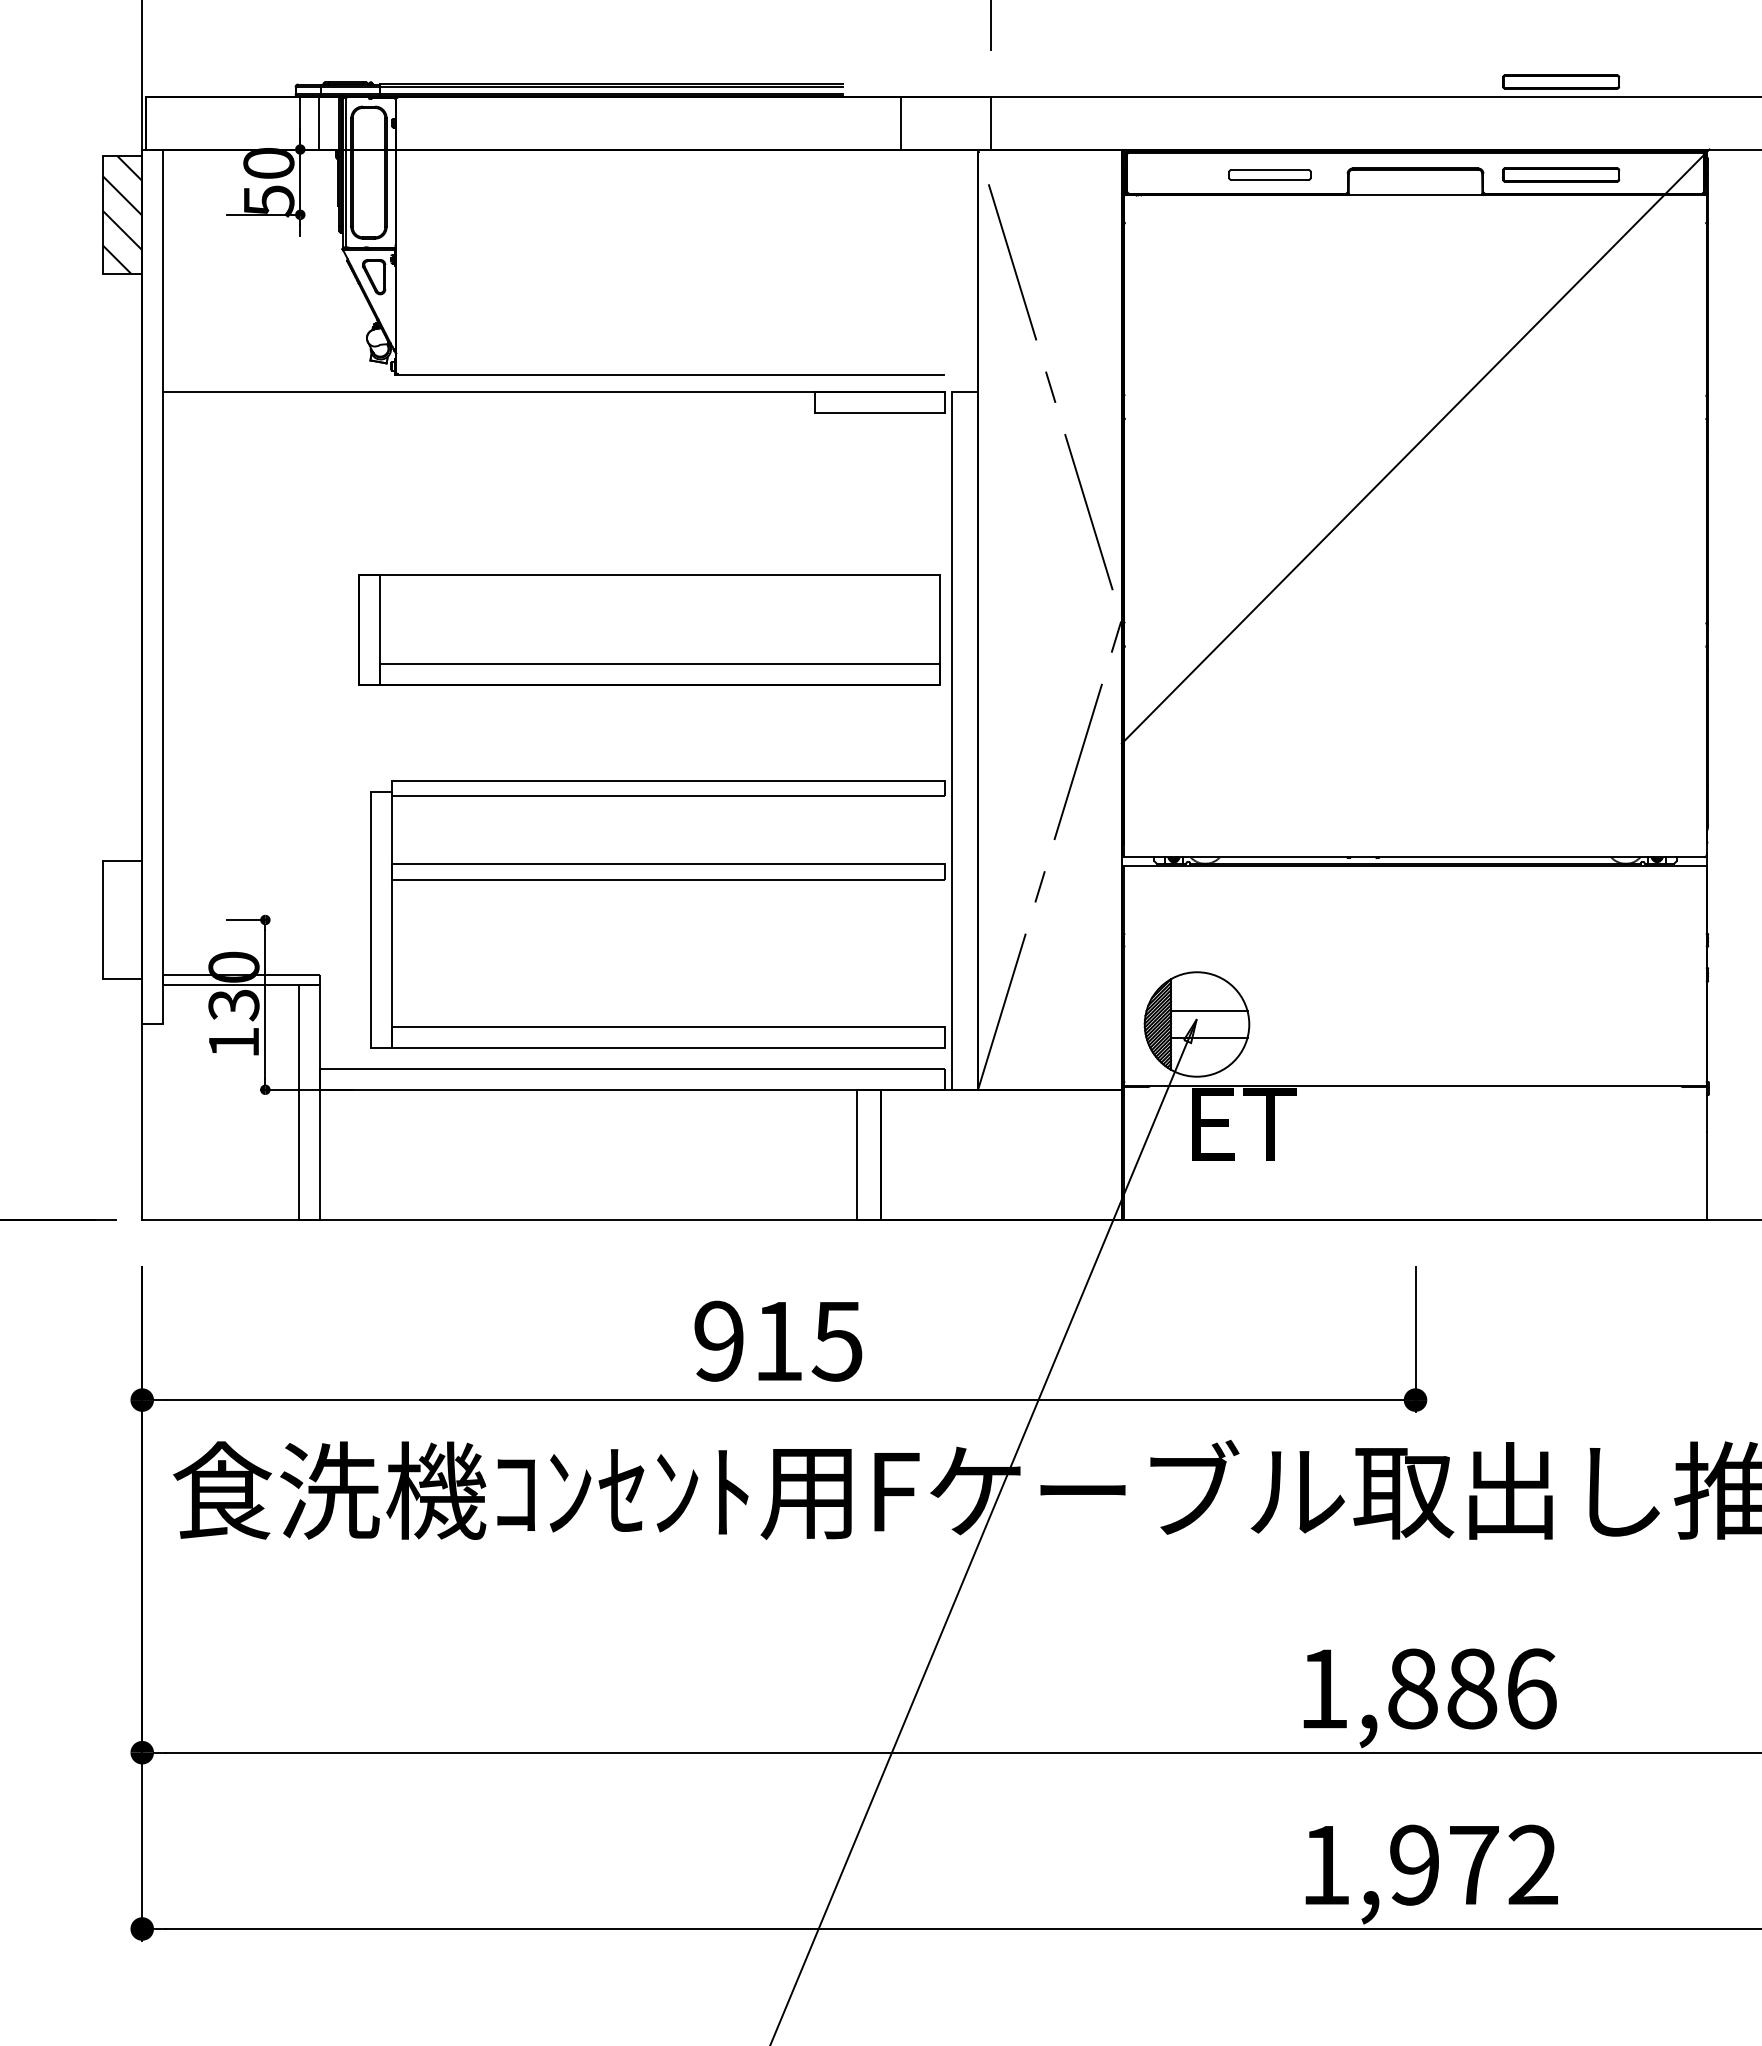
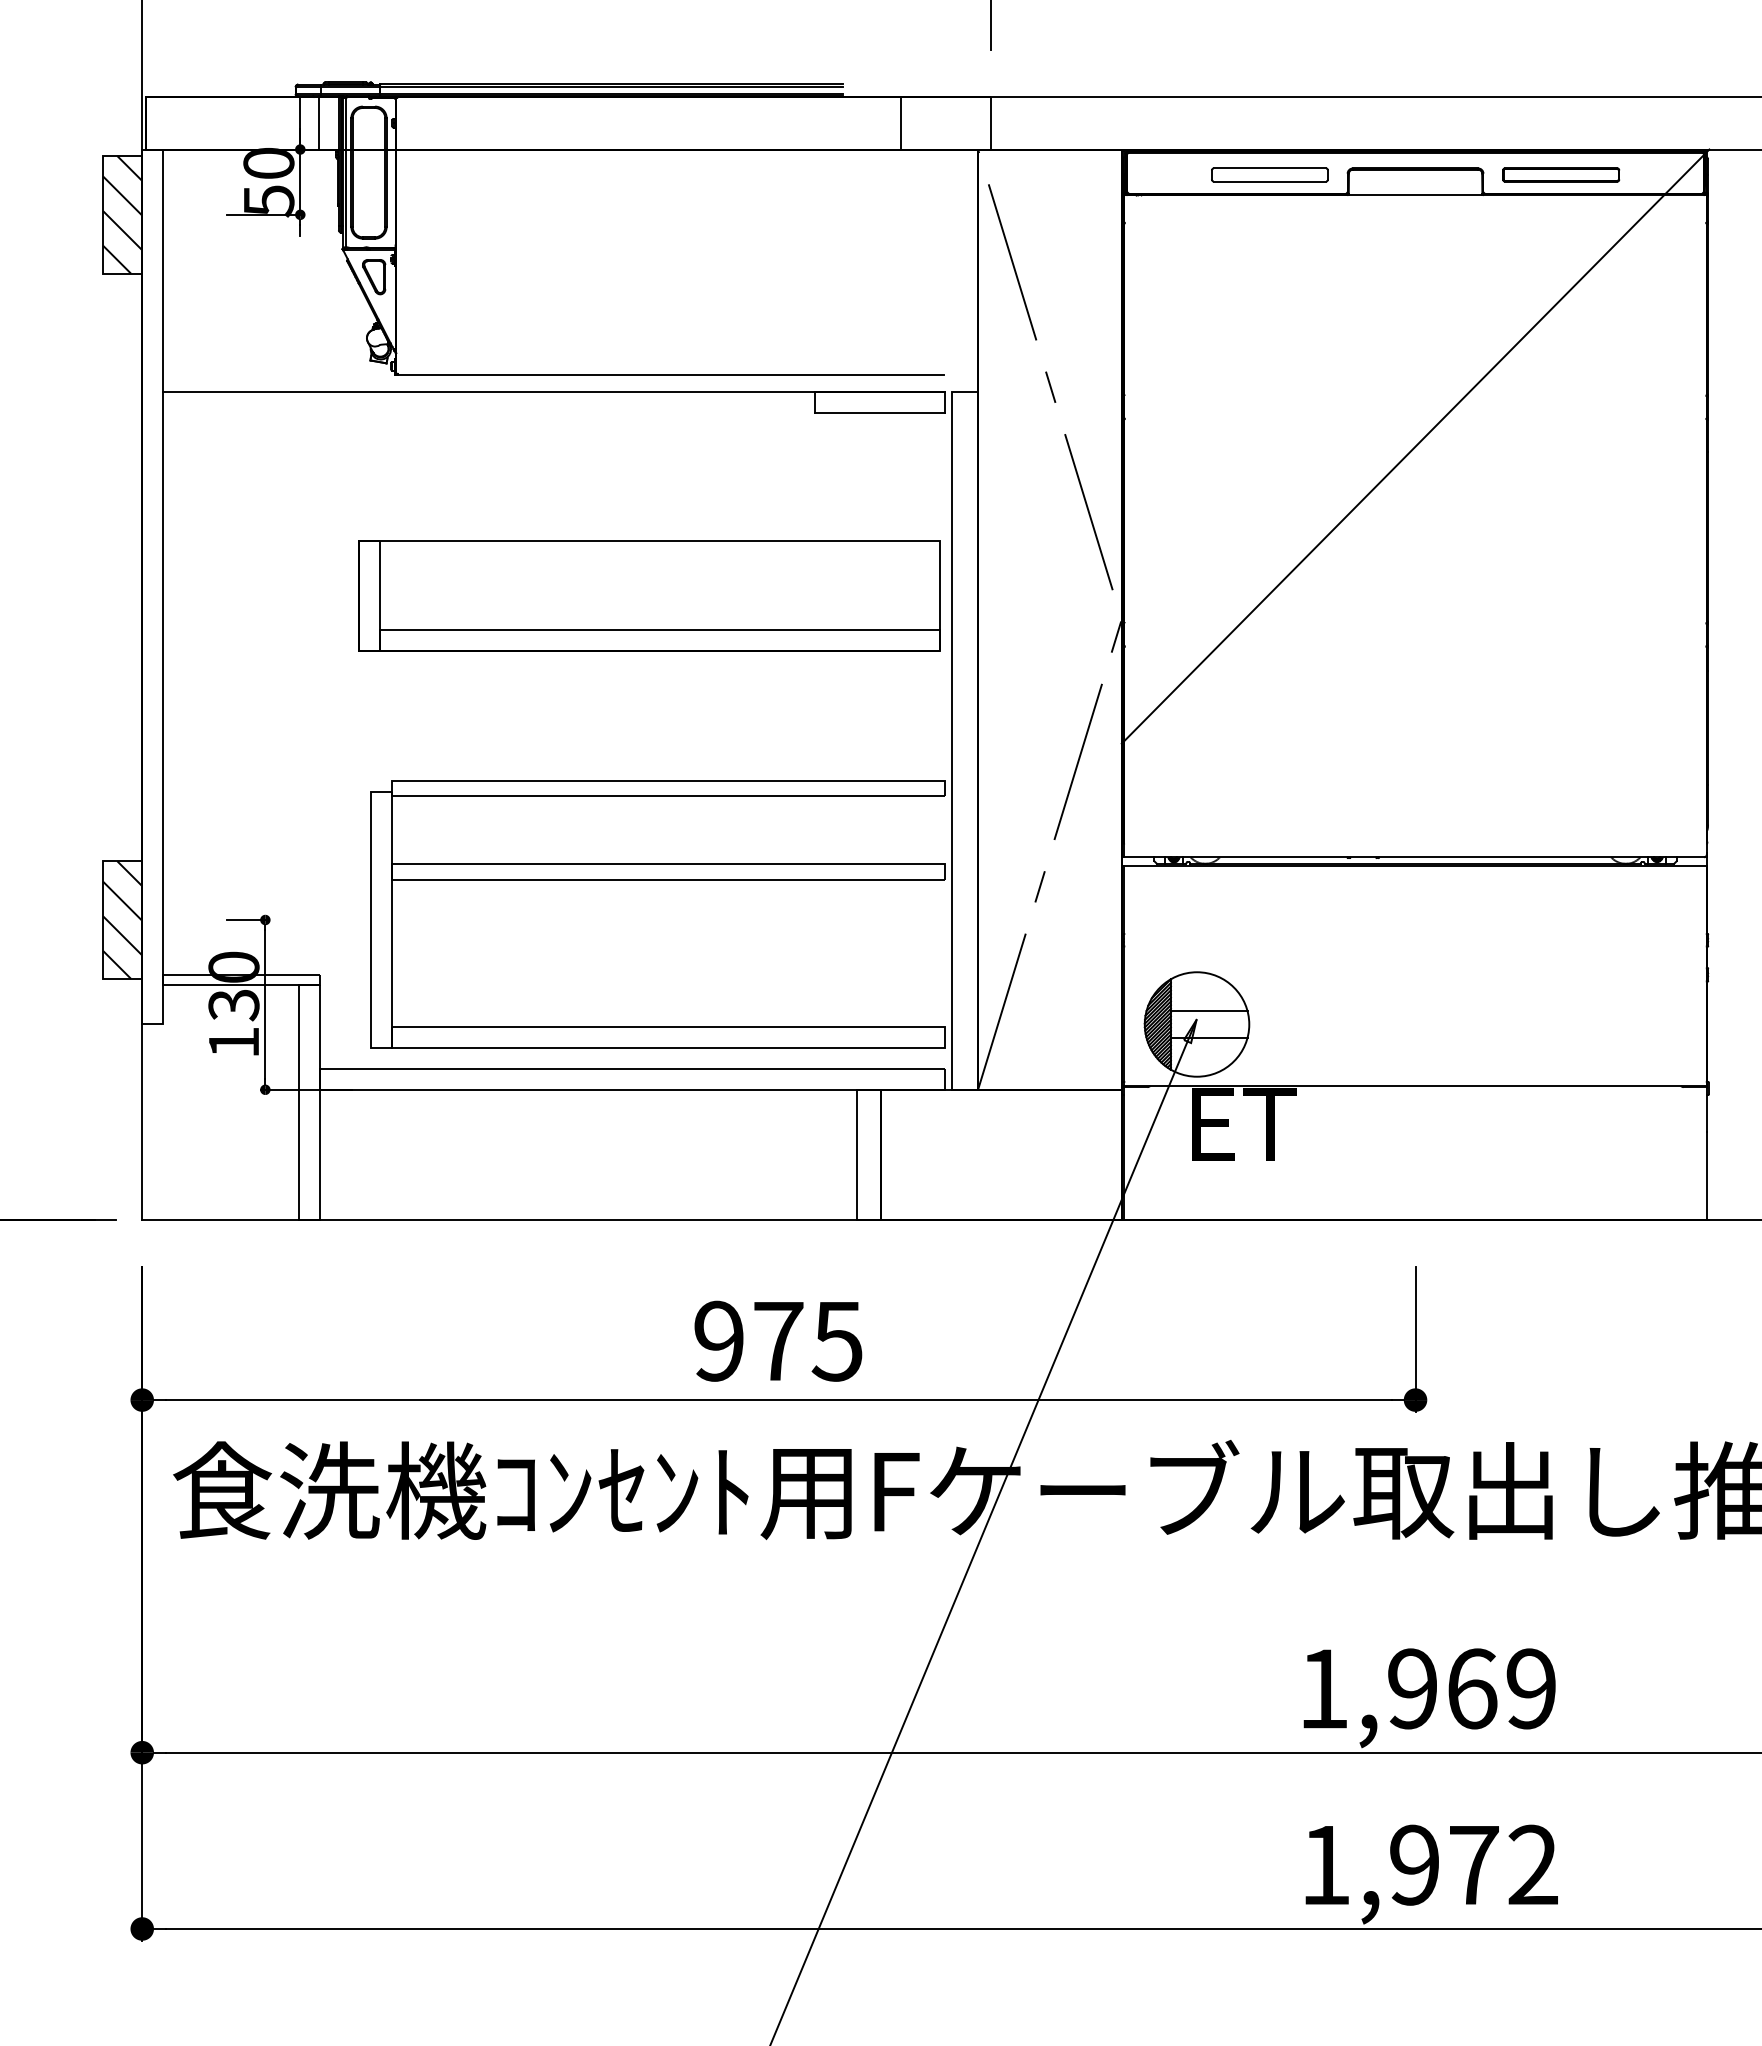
part at (1561, 81): present -> none
part at (1269, 174) size: 84x12 px -> 118x16 px
part at (649, 629) position: (649, 629) -> (649, 595)
hatch at (122, 919): none -> present
text at (778, 1341): 915 -> 975
text at (1472, 1688): 1,886 -> 1,969
